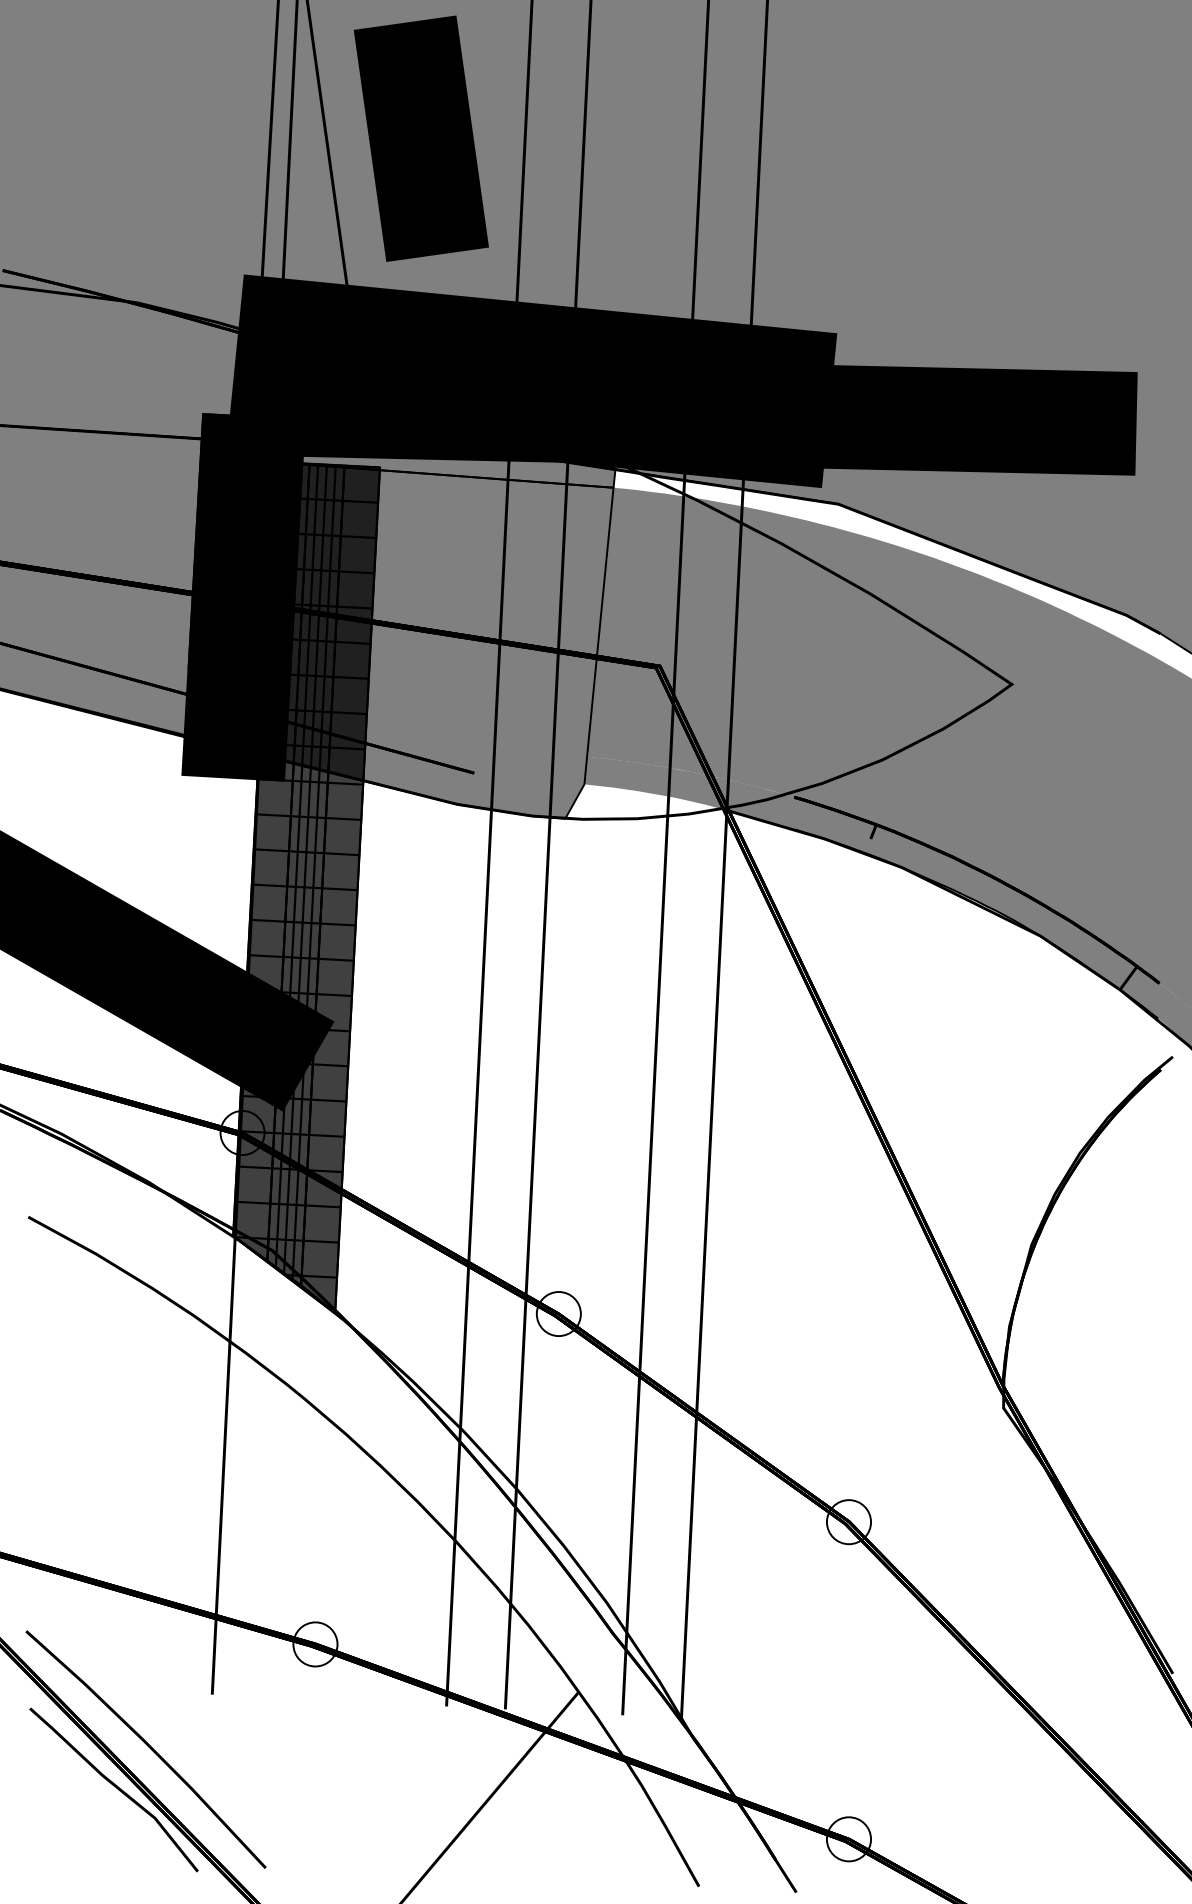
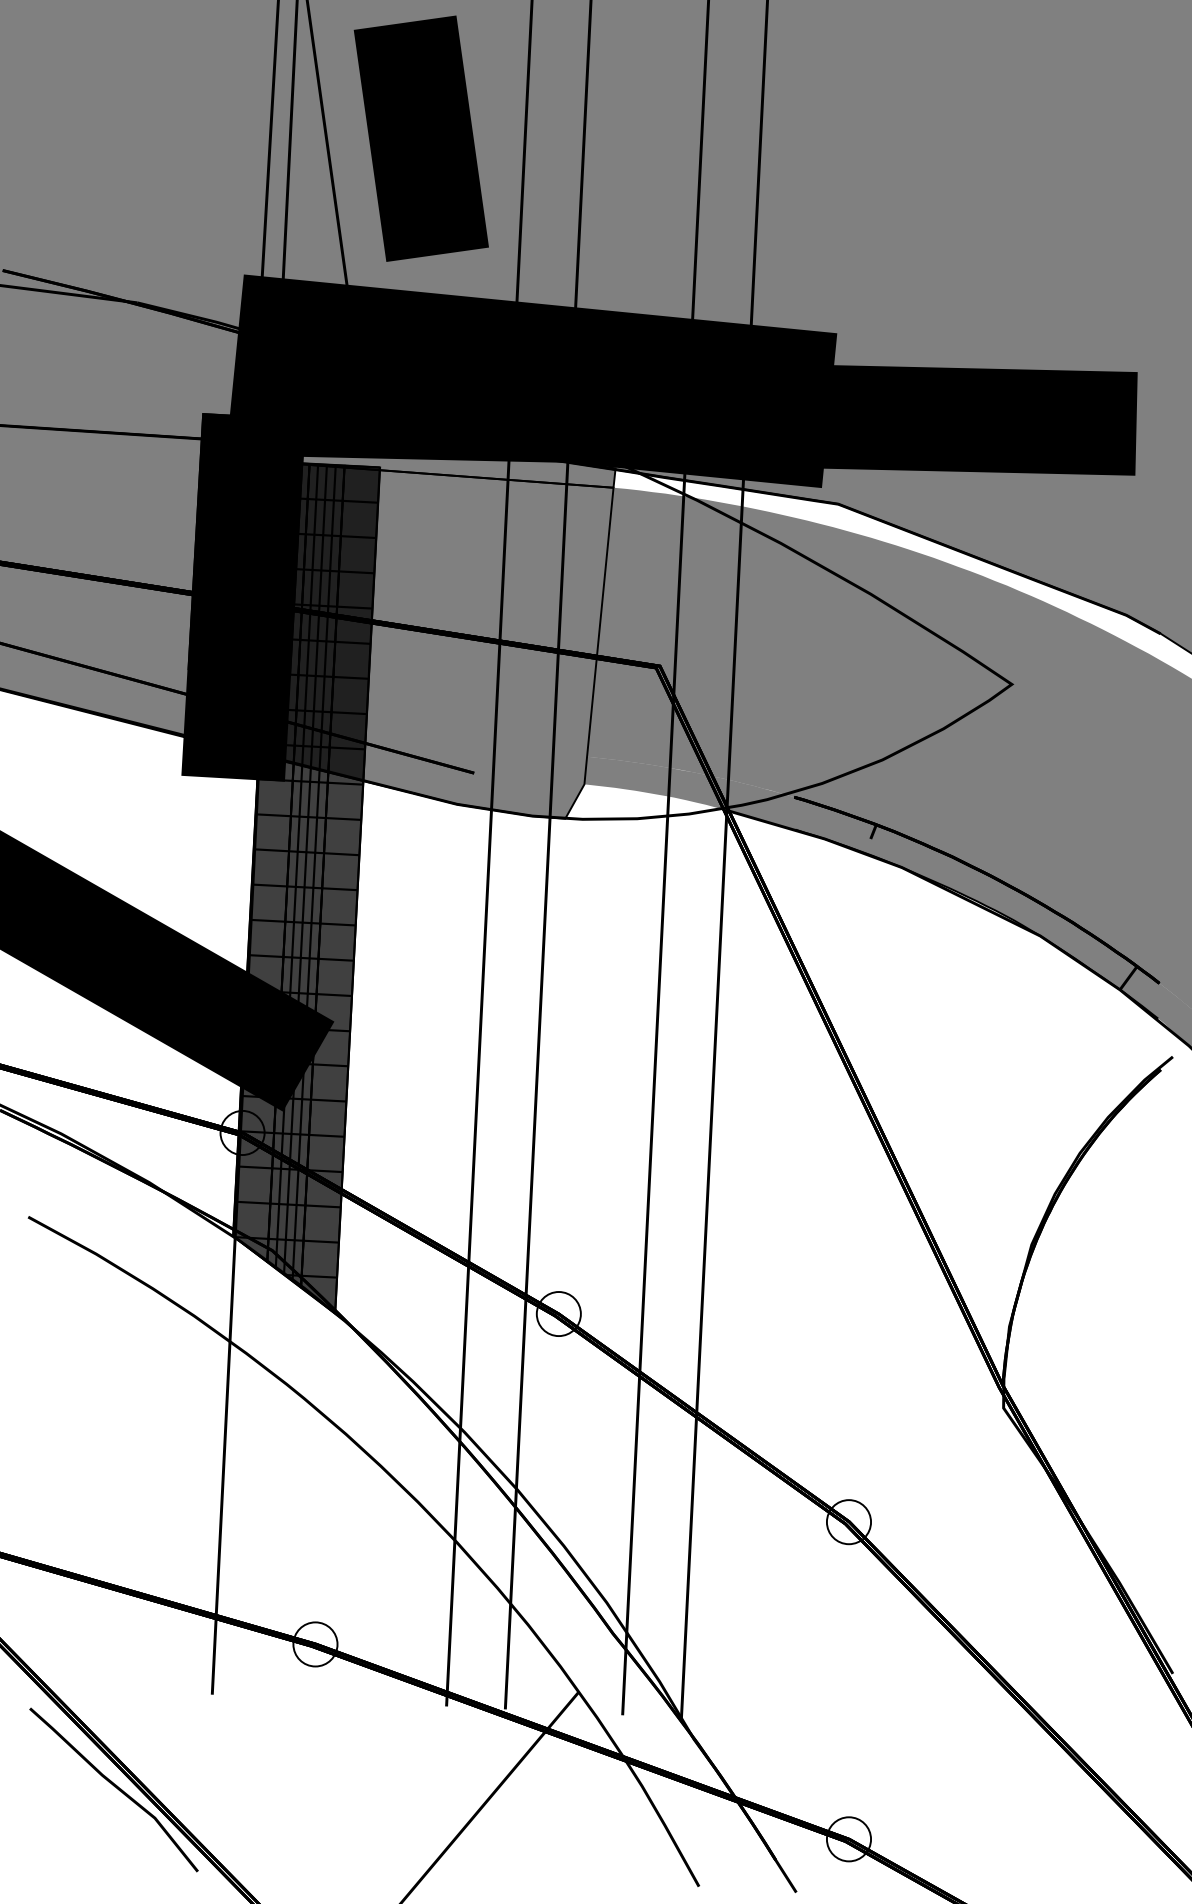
line at (147, 1746): present -> none
